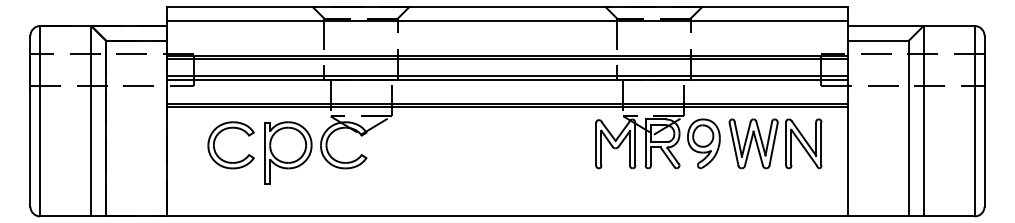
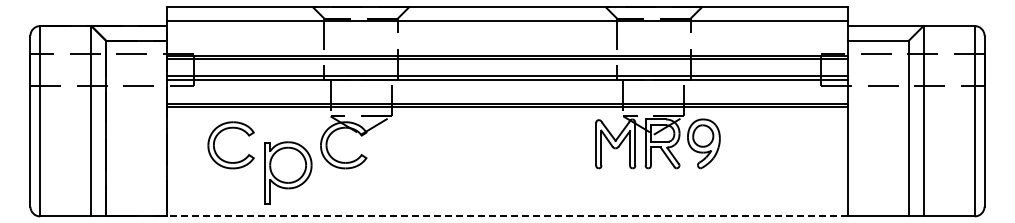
part at (775, 143): present -> none
part at (288, 152) position: (288, 152) -> (288, 172)
line at (506, 216): solid -> dashed
